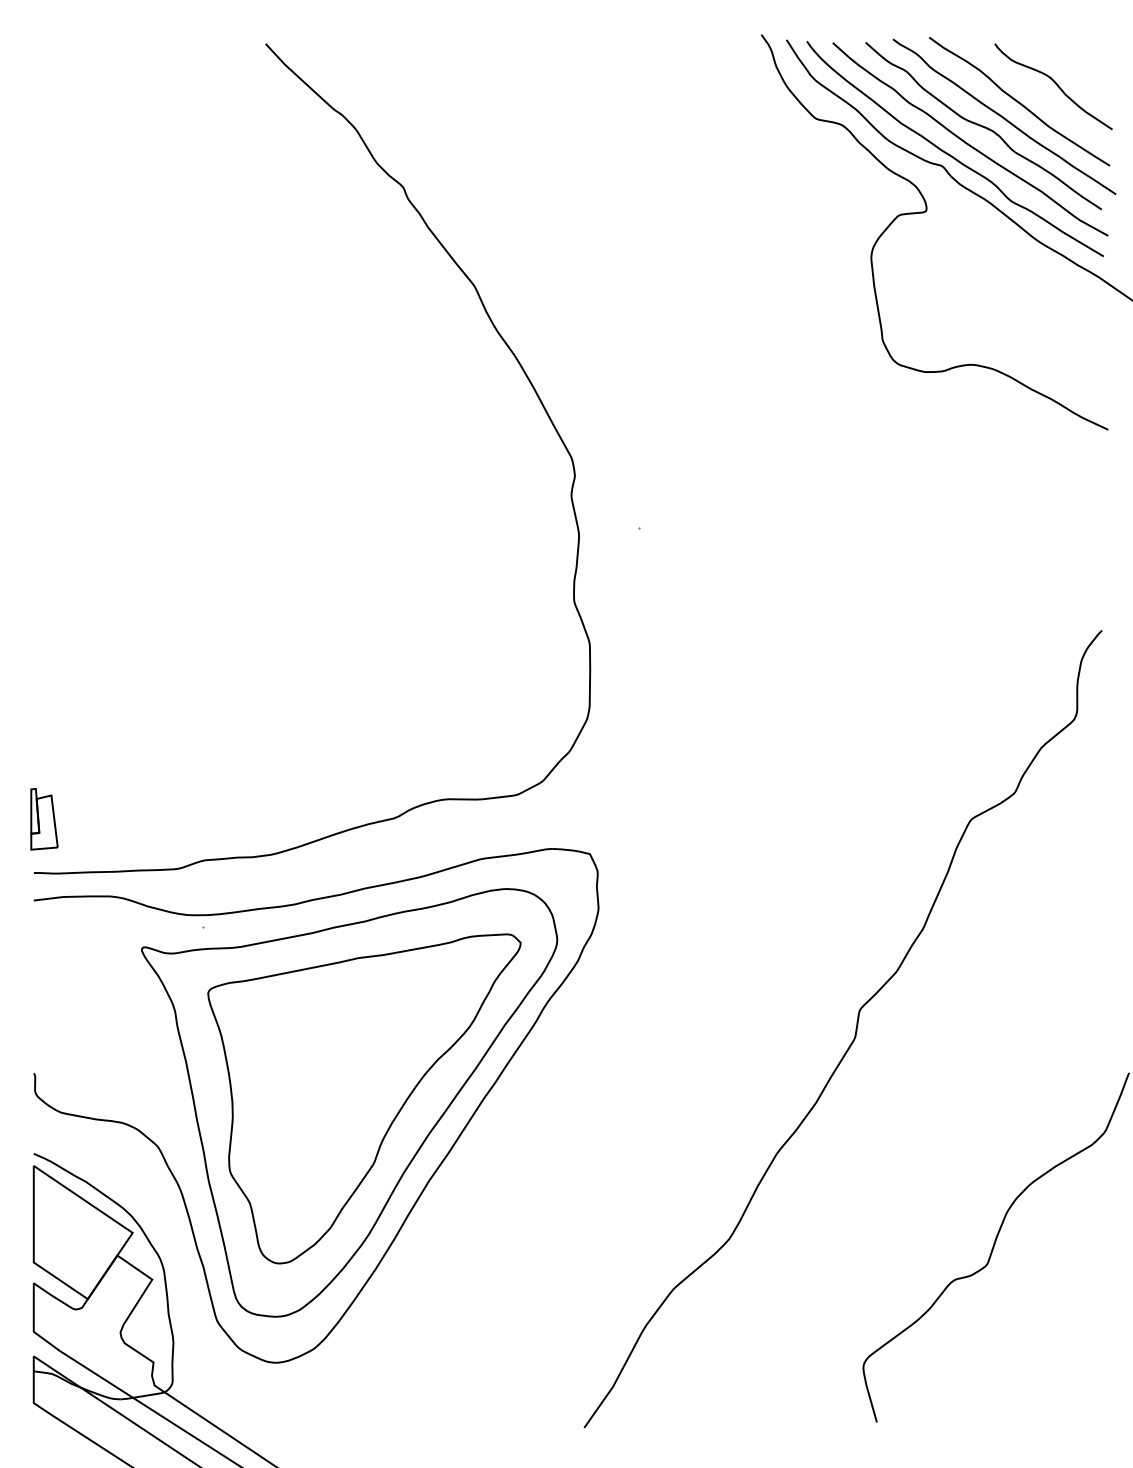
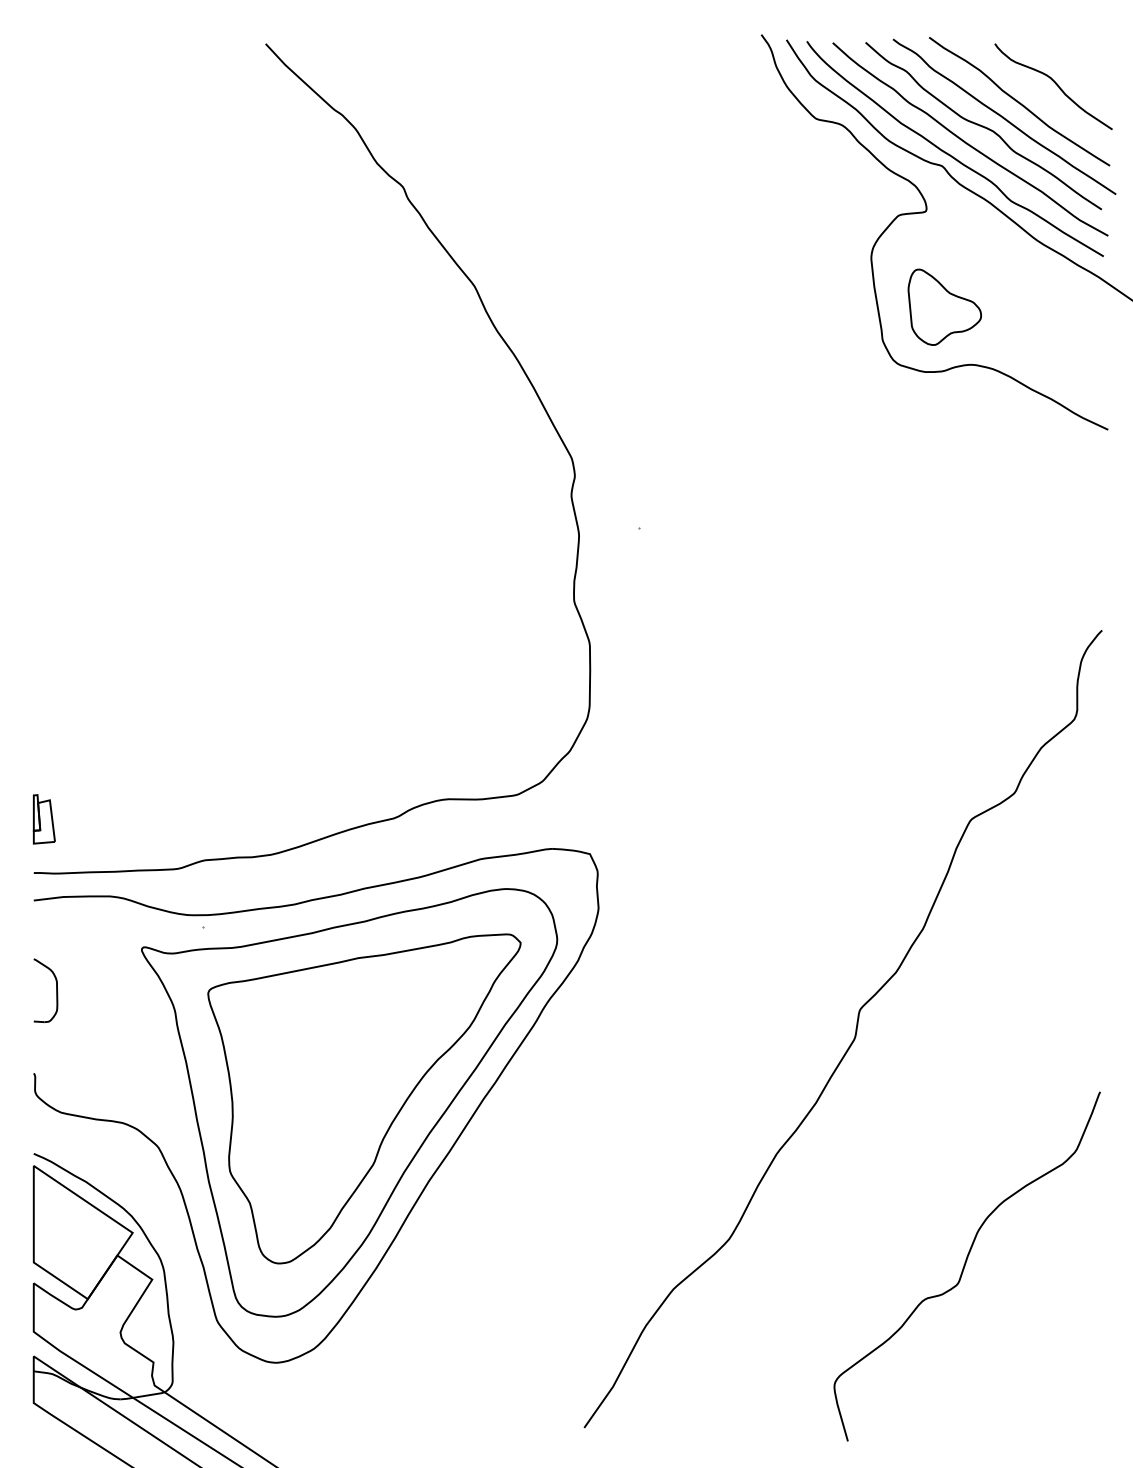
part at (944, 306): none -> present
part at (44, 819) size: 29x63 px -> 24x51 px
part at (56, 990): none -> present
curve at (994, 1247) position: (994, 1247) -> (965, 1266)
